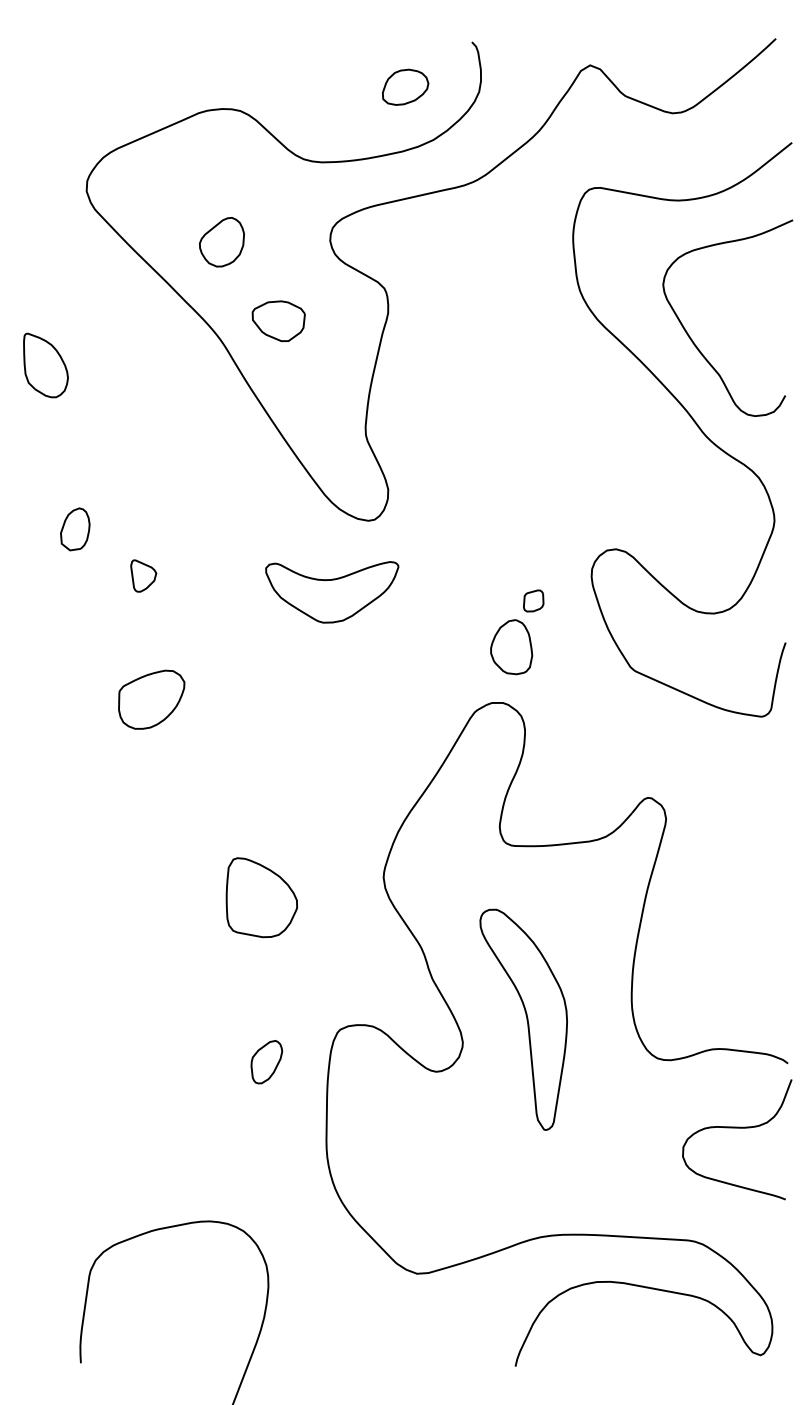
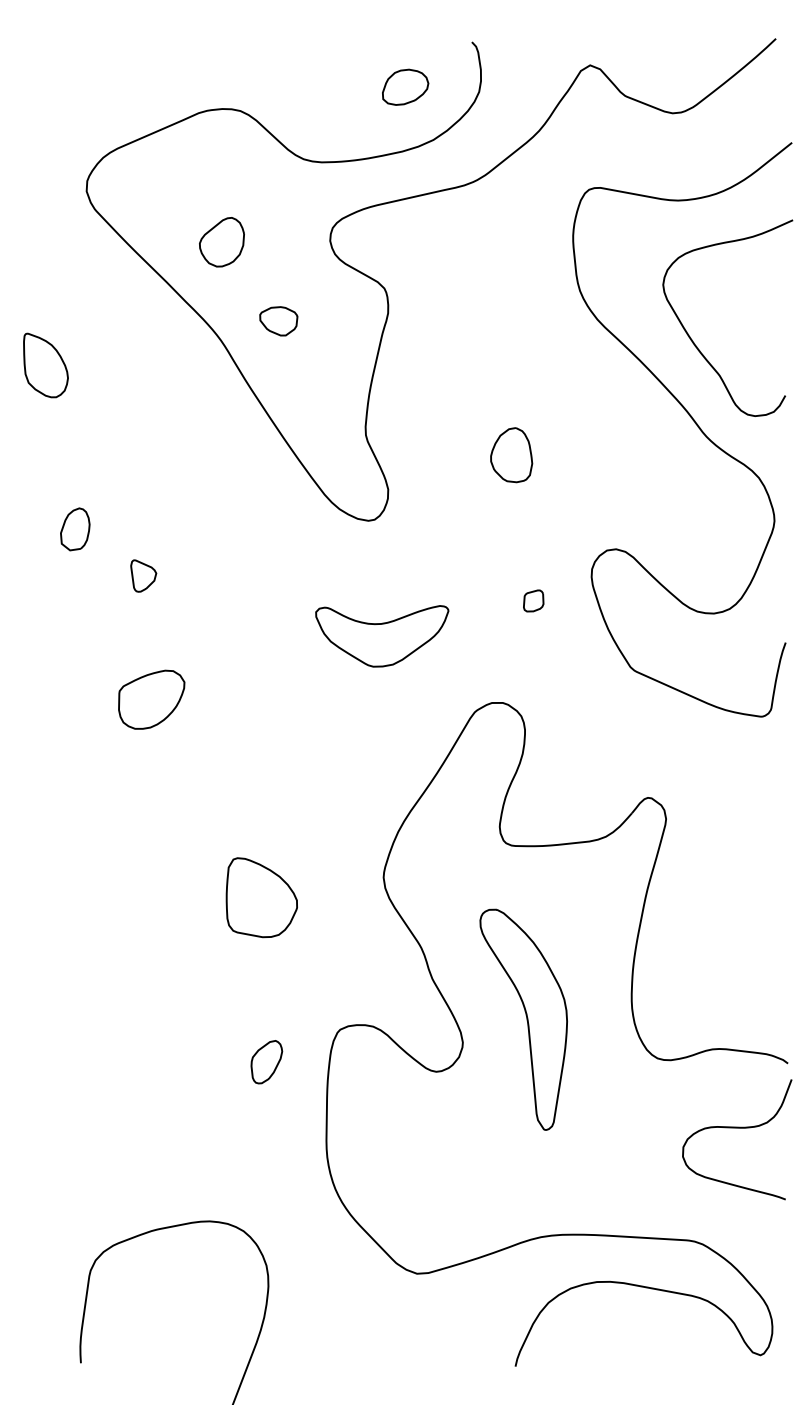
part at (278, 320) size: 55x42 px -> 40x31 px
part at (332, 592) position: (332, 592) -> (382, 636)
part at (511, 647) position: (511, 647) -> (511, 455)
